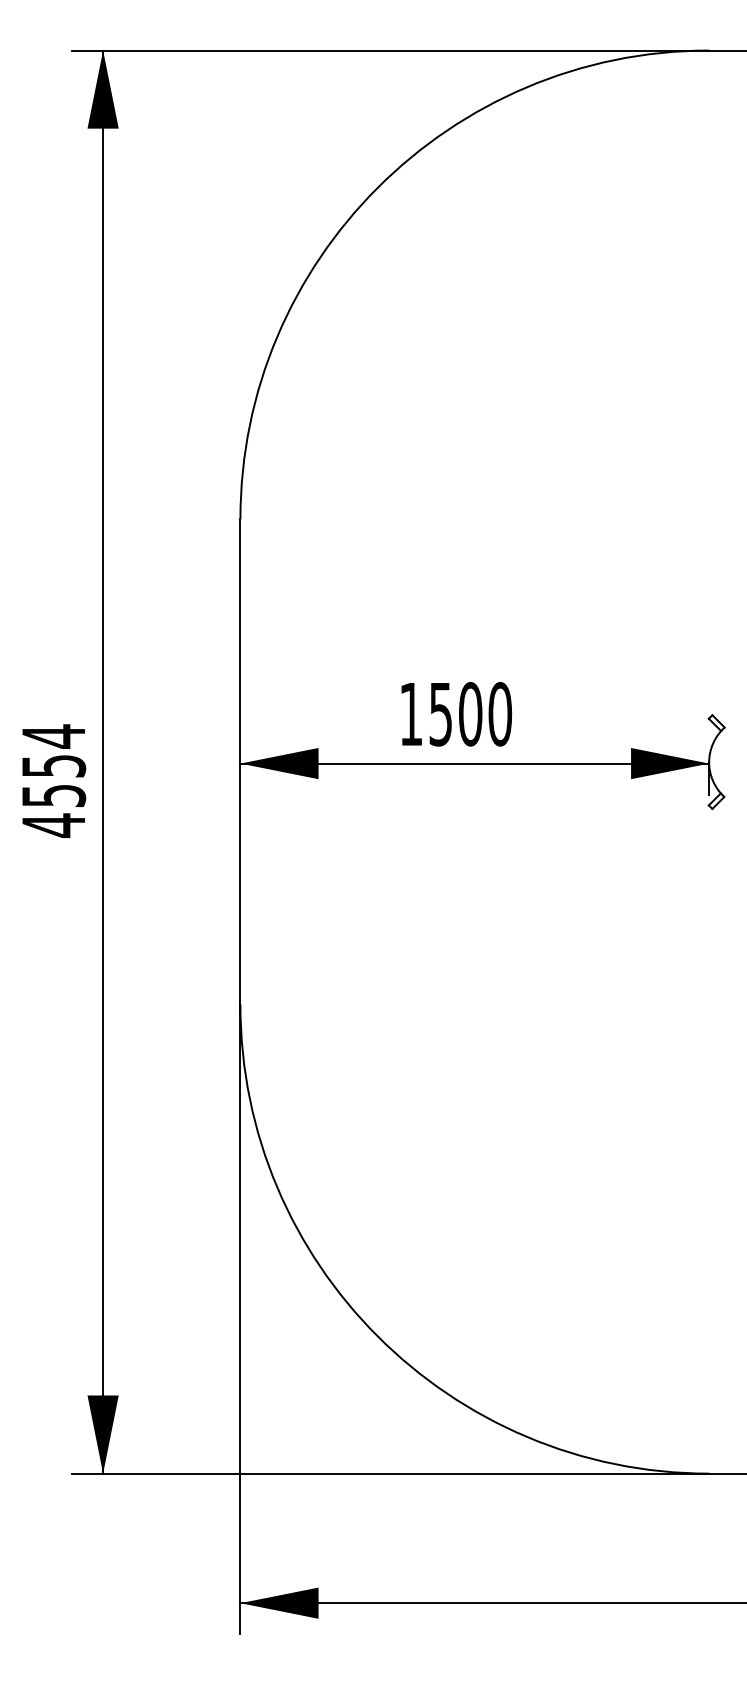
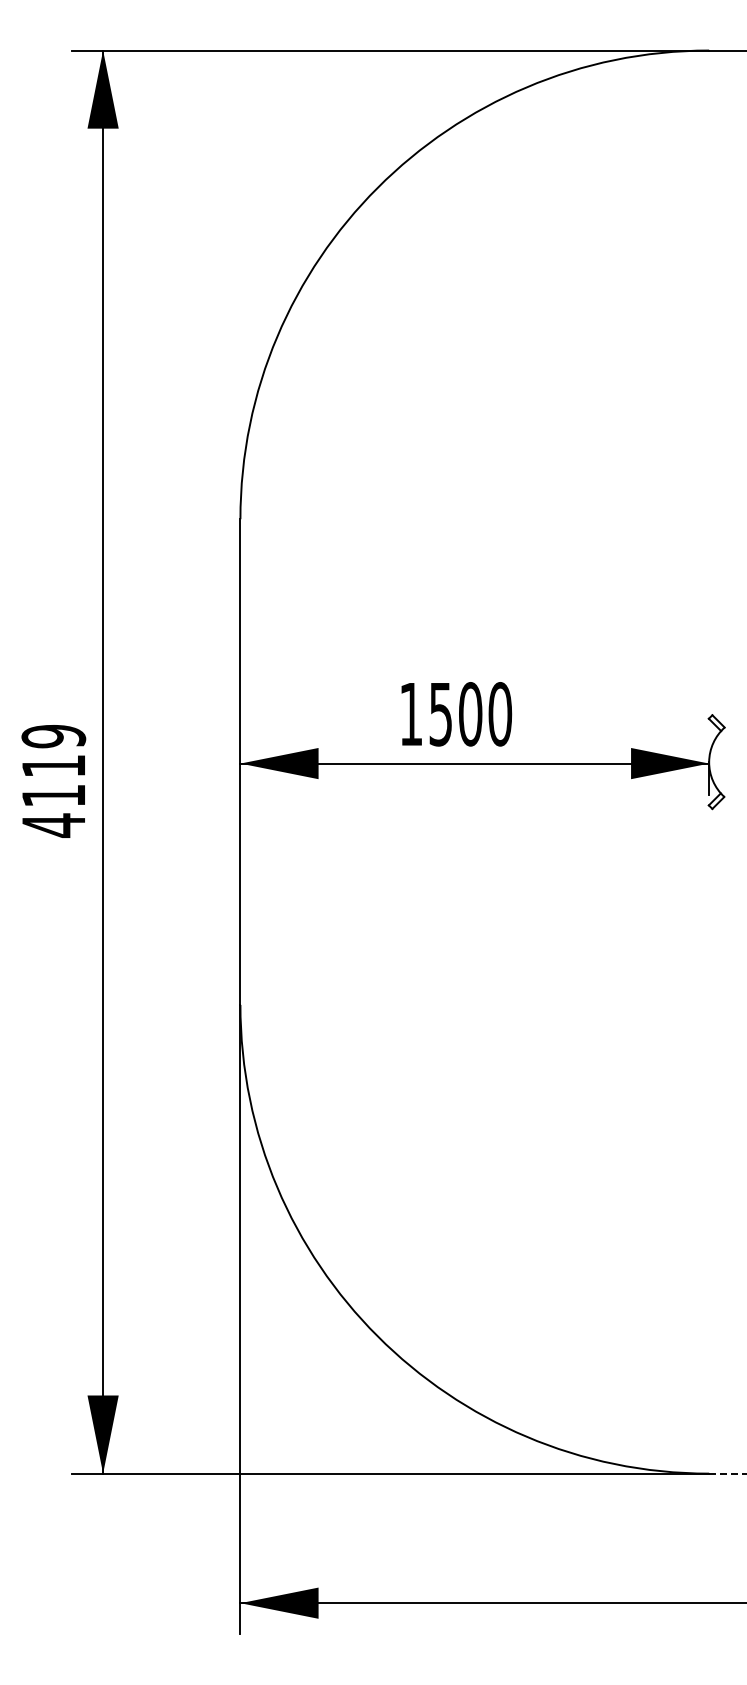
text at (53, 765): 4554 -> 4119
line at (728, 1473): solid -> dashed
